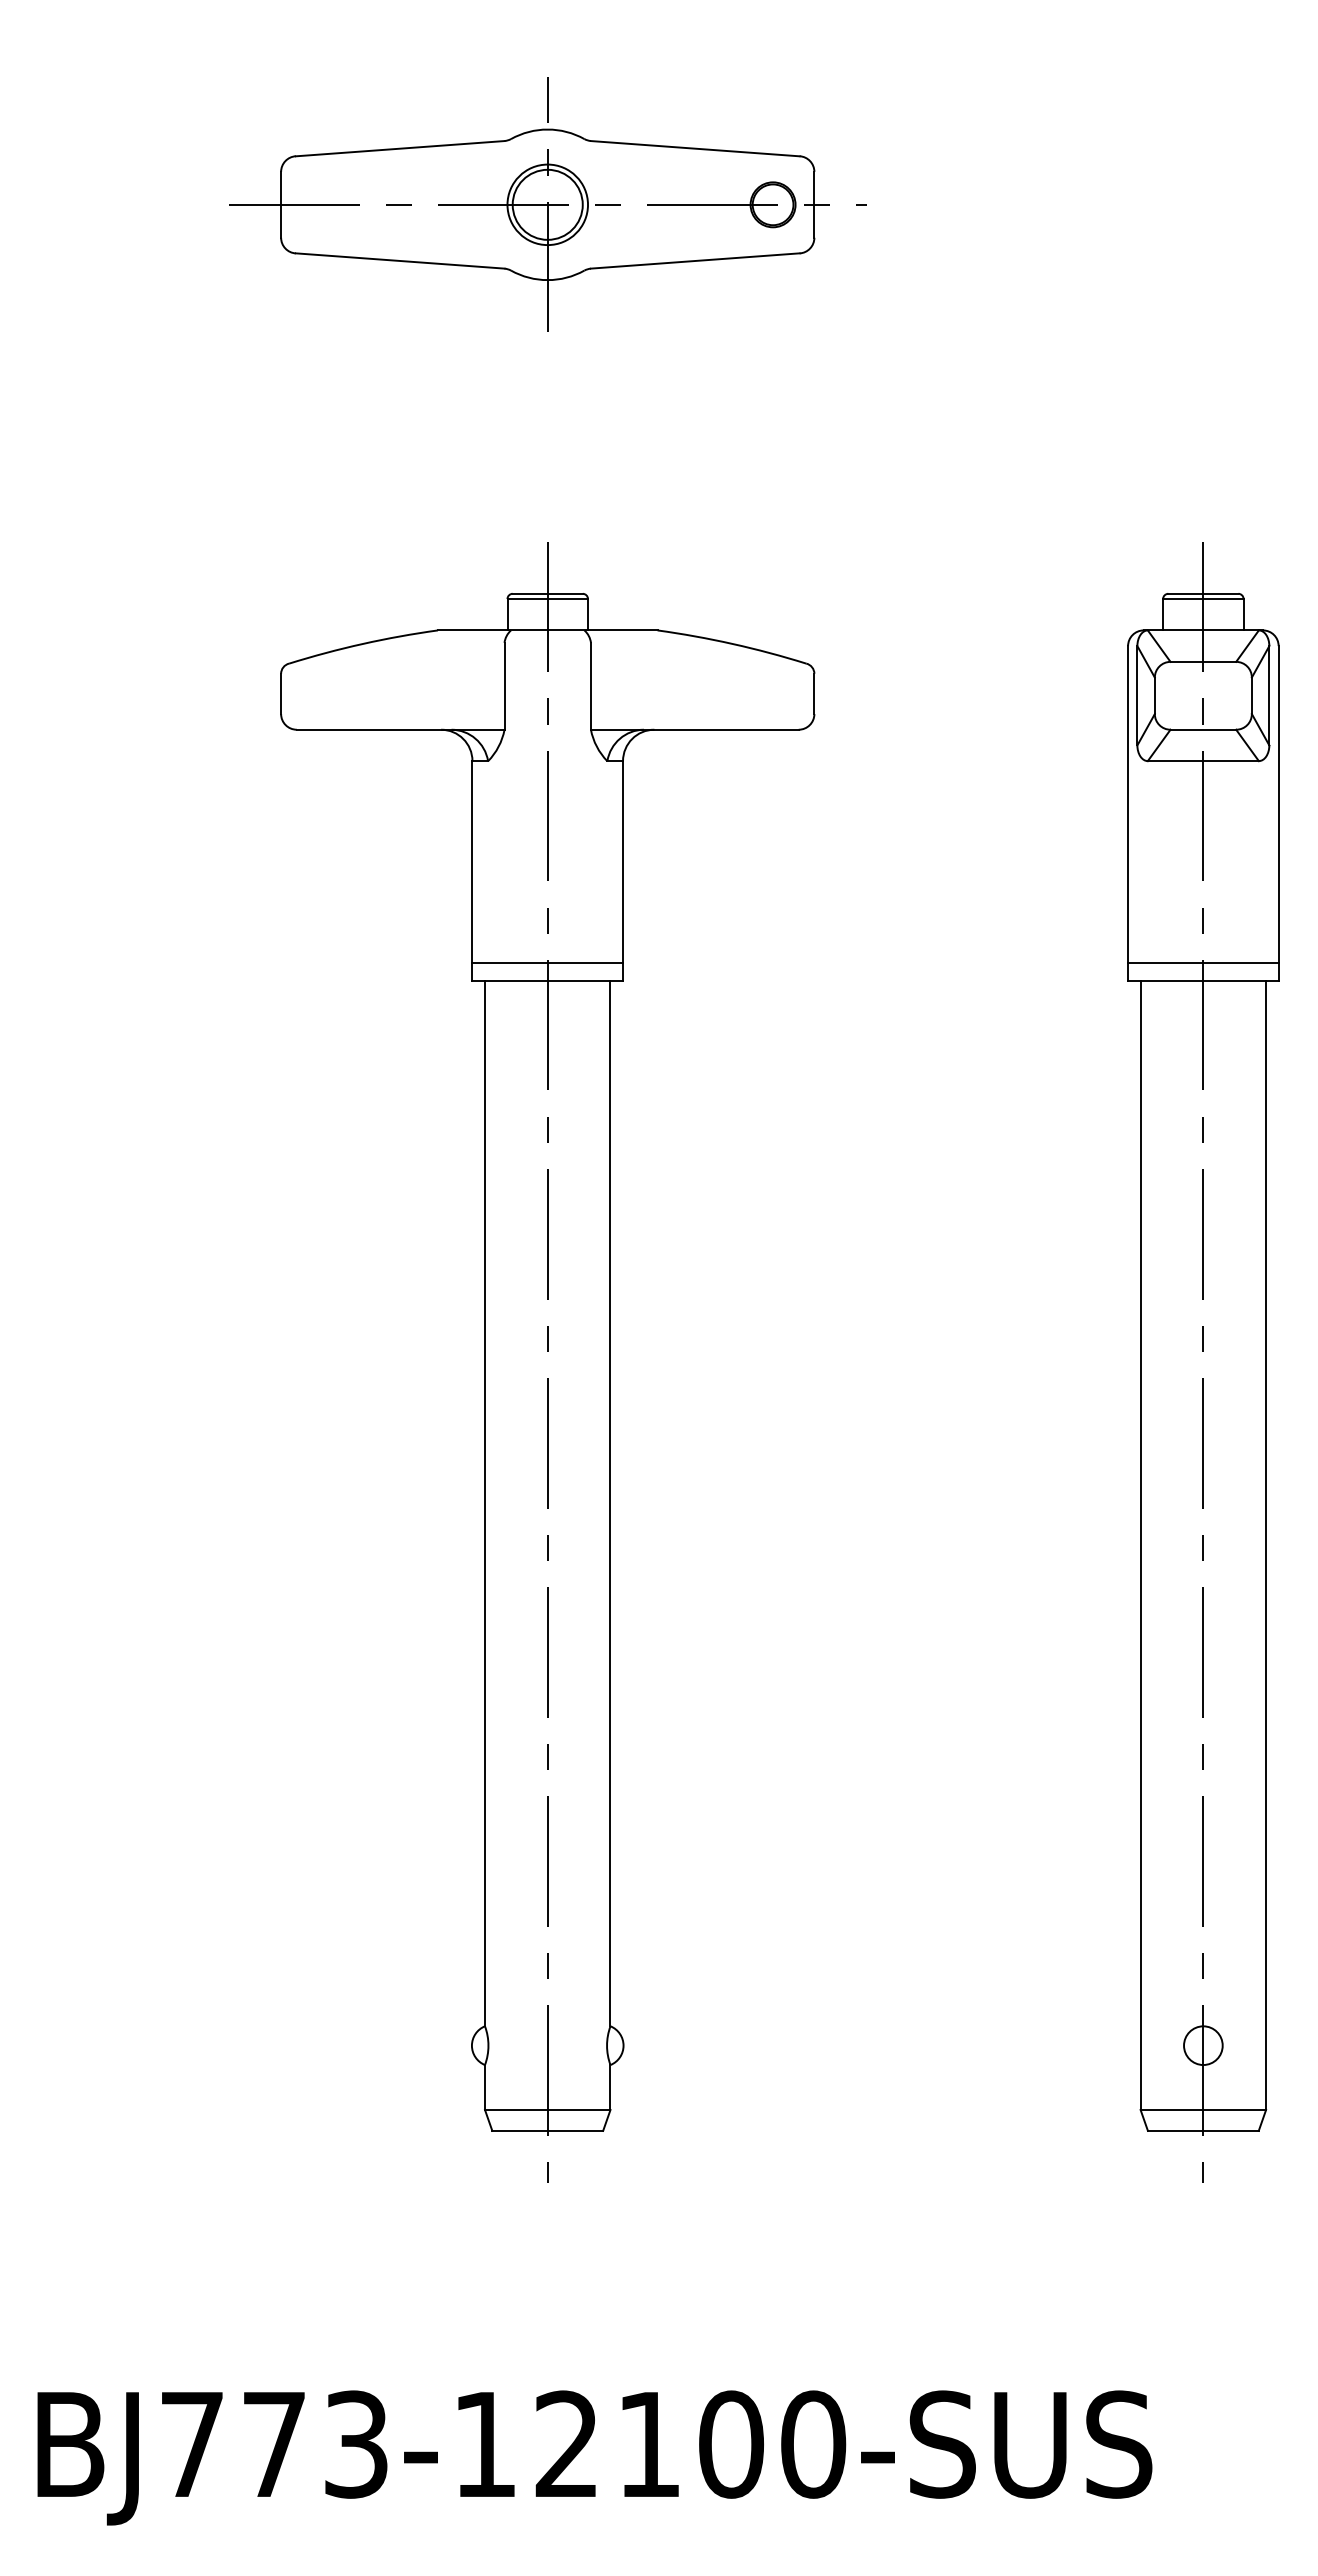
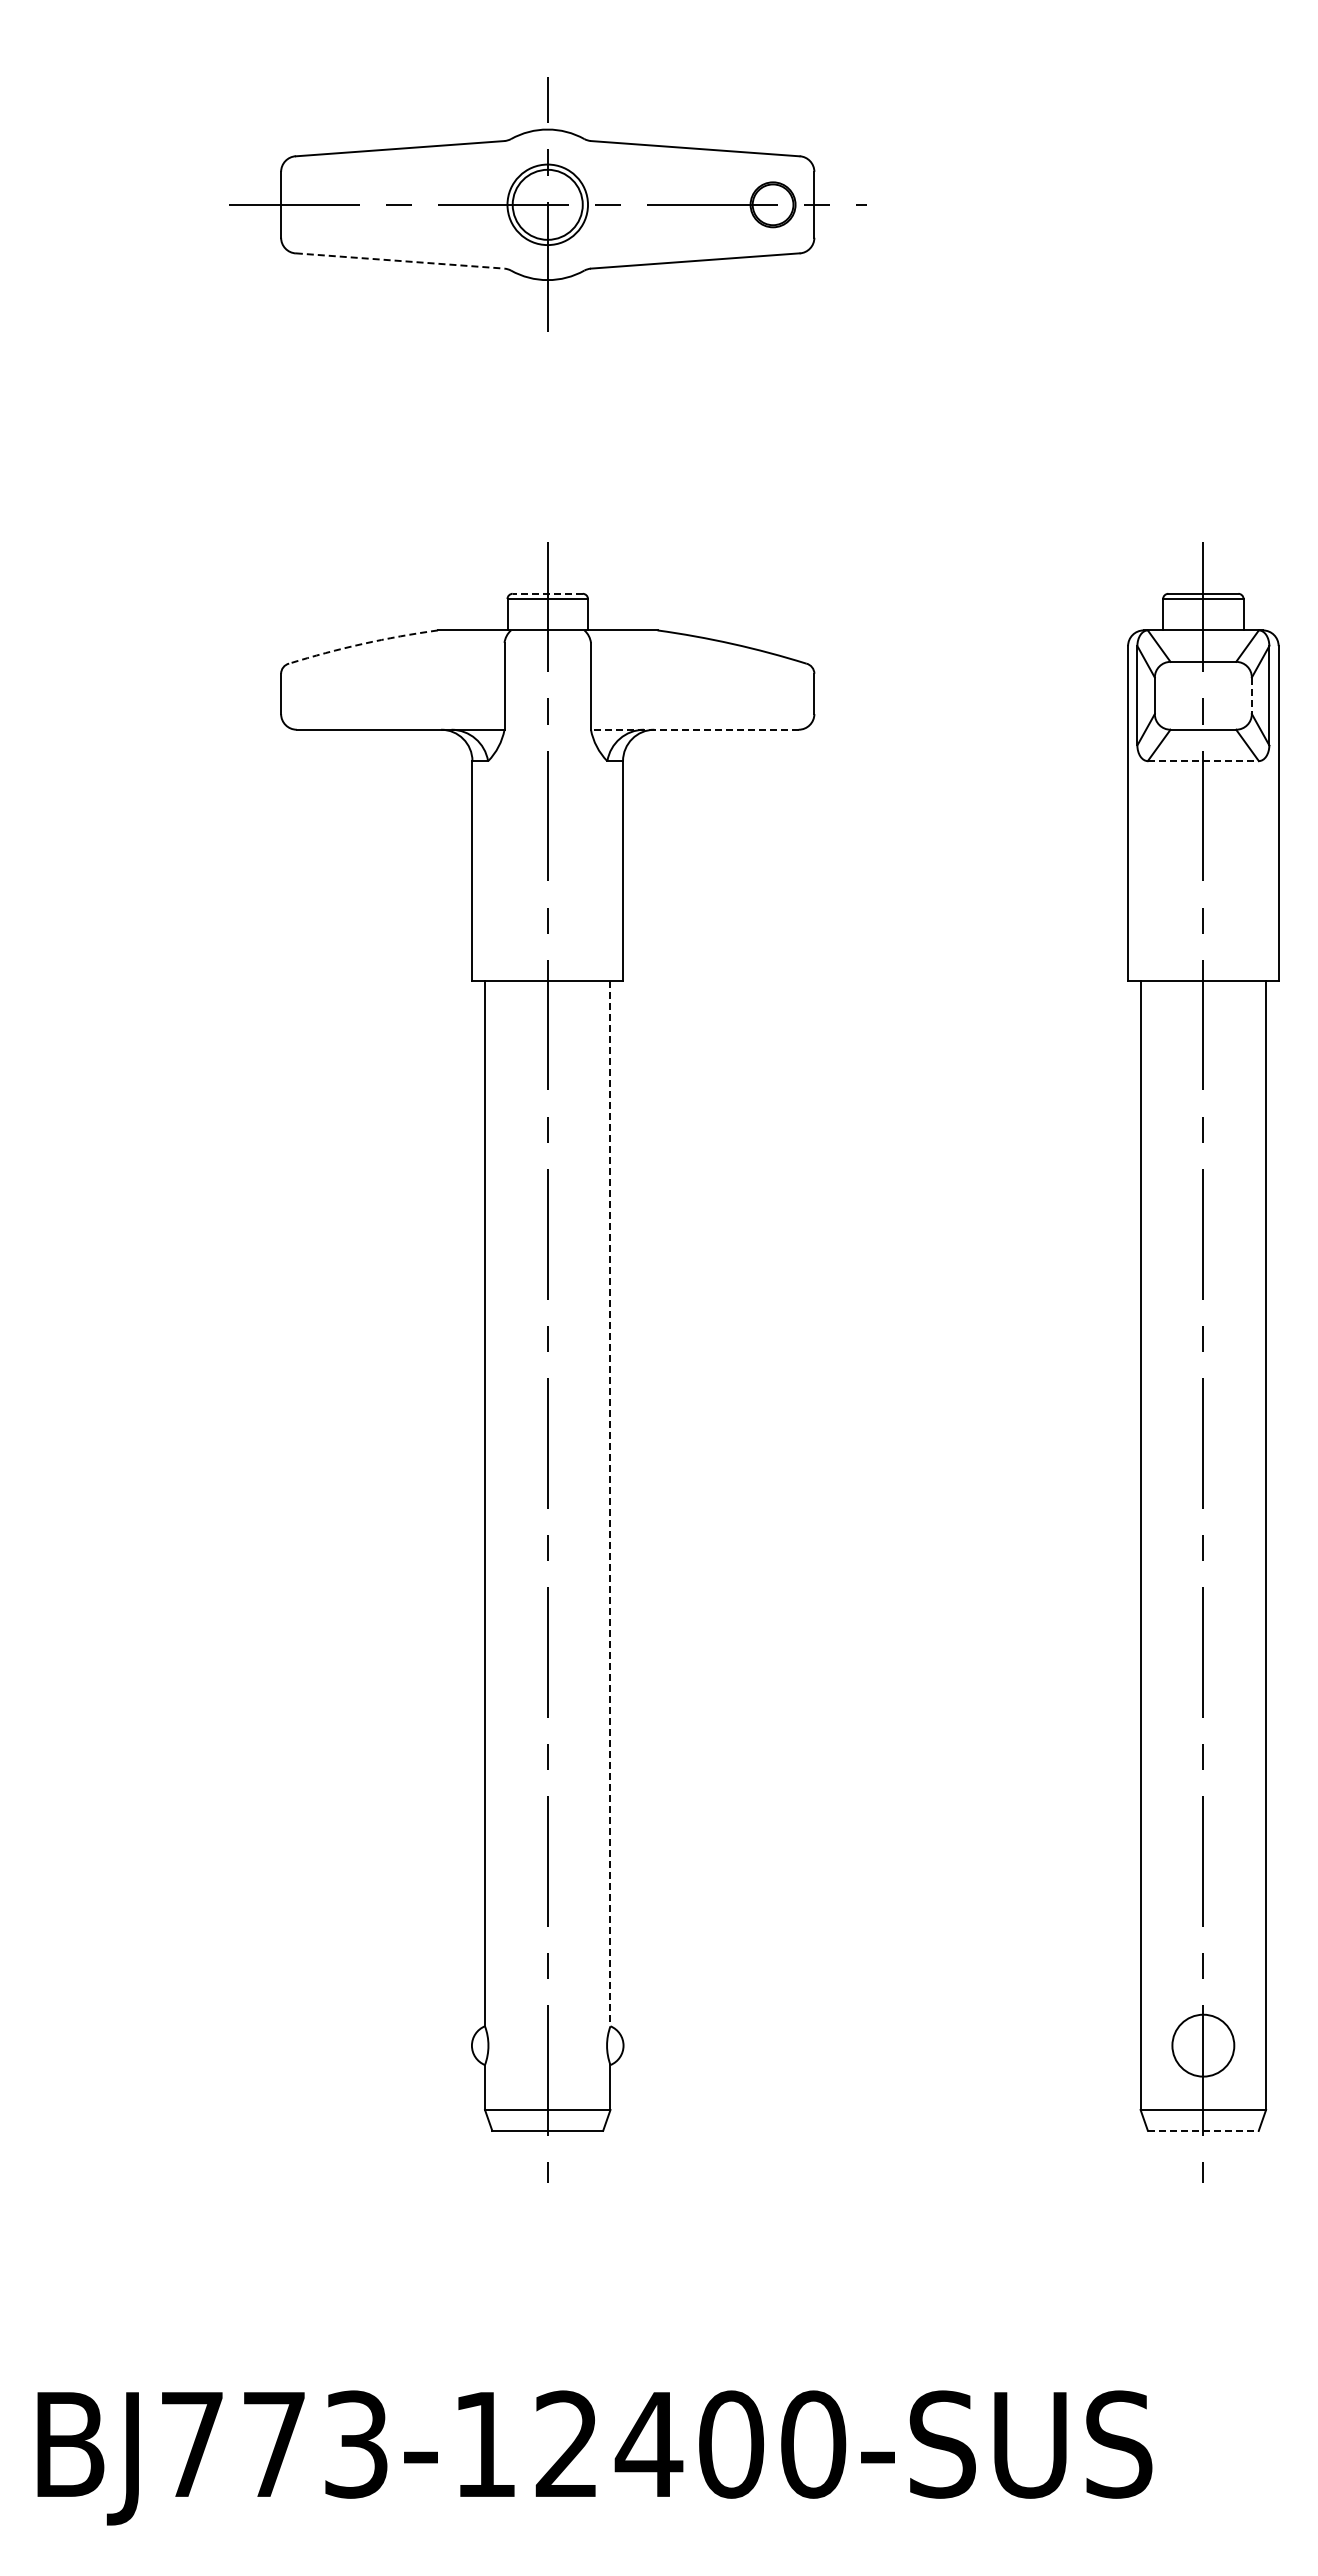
line at (400, 260): solid -> dashed
line at (547, 593): solid -> dashed
arc at (362, 643): solid -> dashed
line at (1251, 696): solid -> dashed
line at (694, 729): solid -> dashed
line at (1203, 761): solid -> dashed
line at (547, 963): present -> none
line at (1203, 963): present -> none
line at (610, 1503): solid -> dashed
circle at (1203, 2045) diameter: 39 px -> 62 px
line at (1203, 2130): solid -> dashed
text at (648, 2444): BJ773-12100-SUS -> BJ773-12400-SUS
